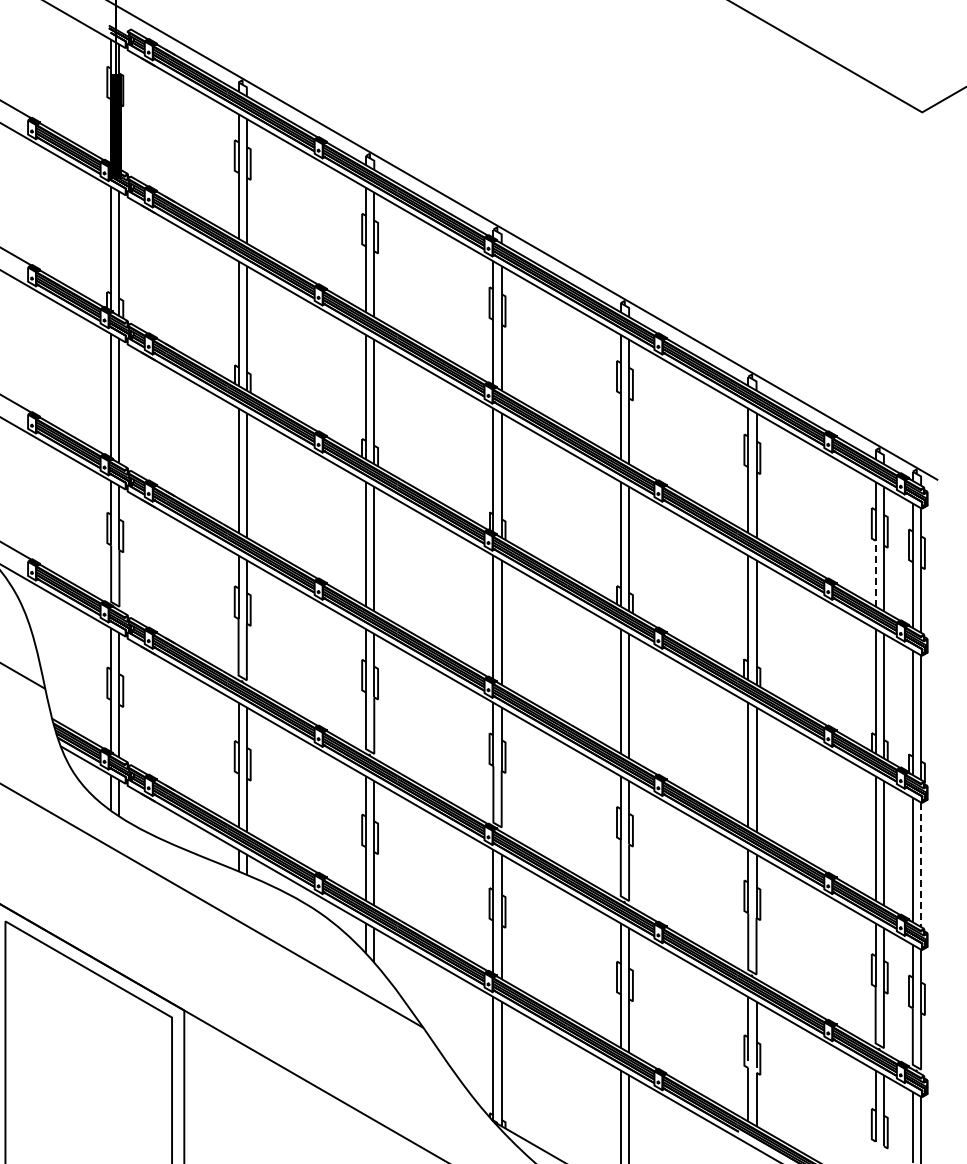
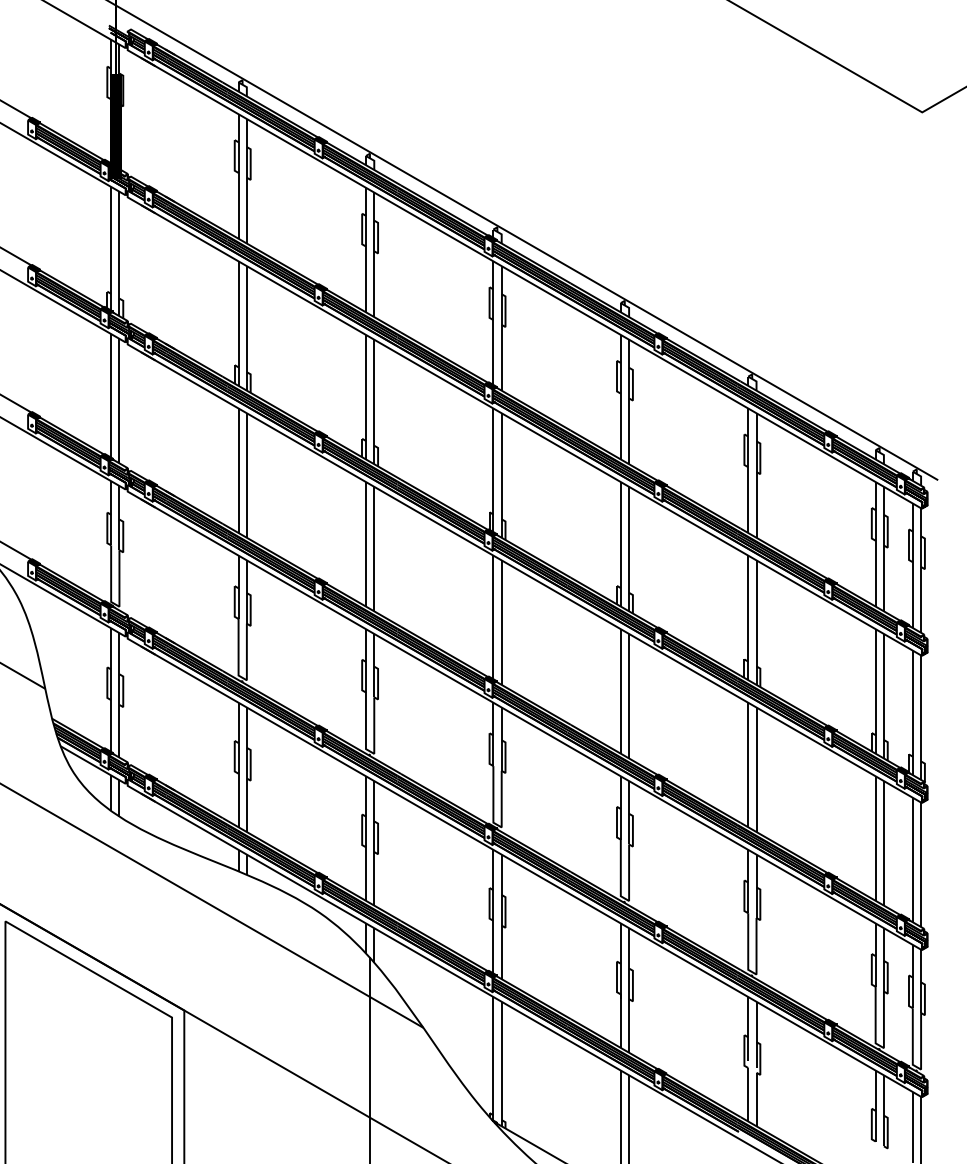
line at (875, 573): dashed -> solid
line at (921, 865): dashed -> solid
line at (370, 1058): none -> present
